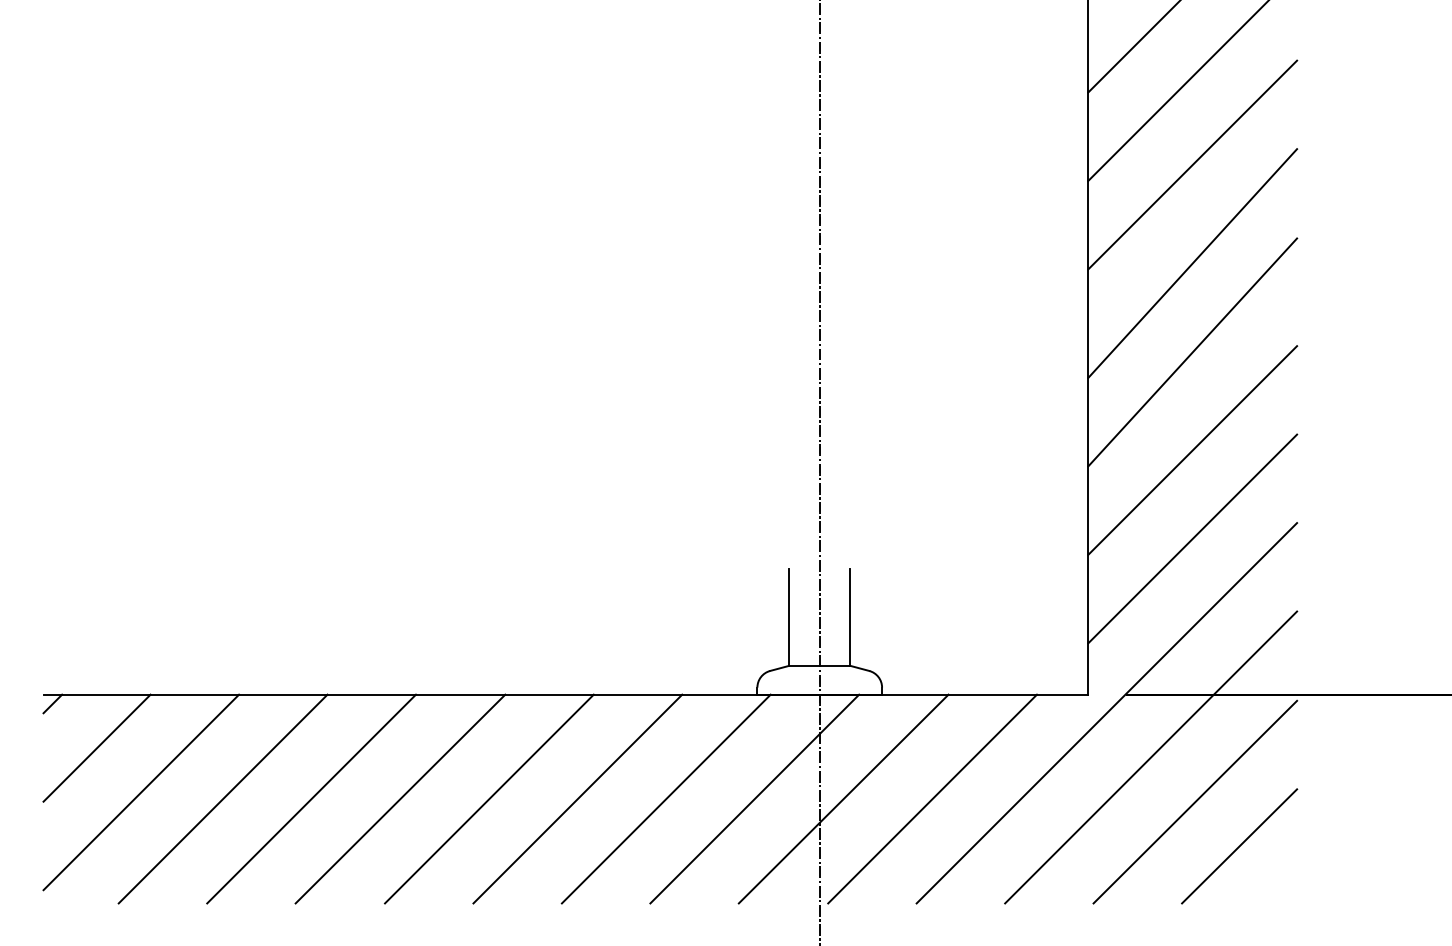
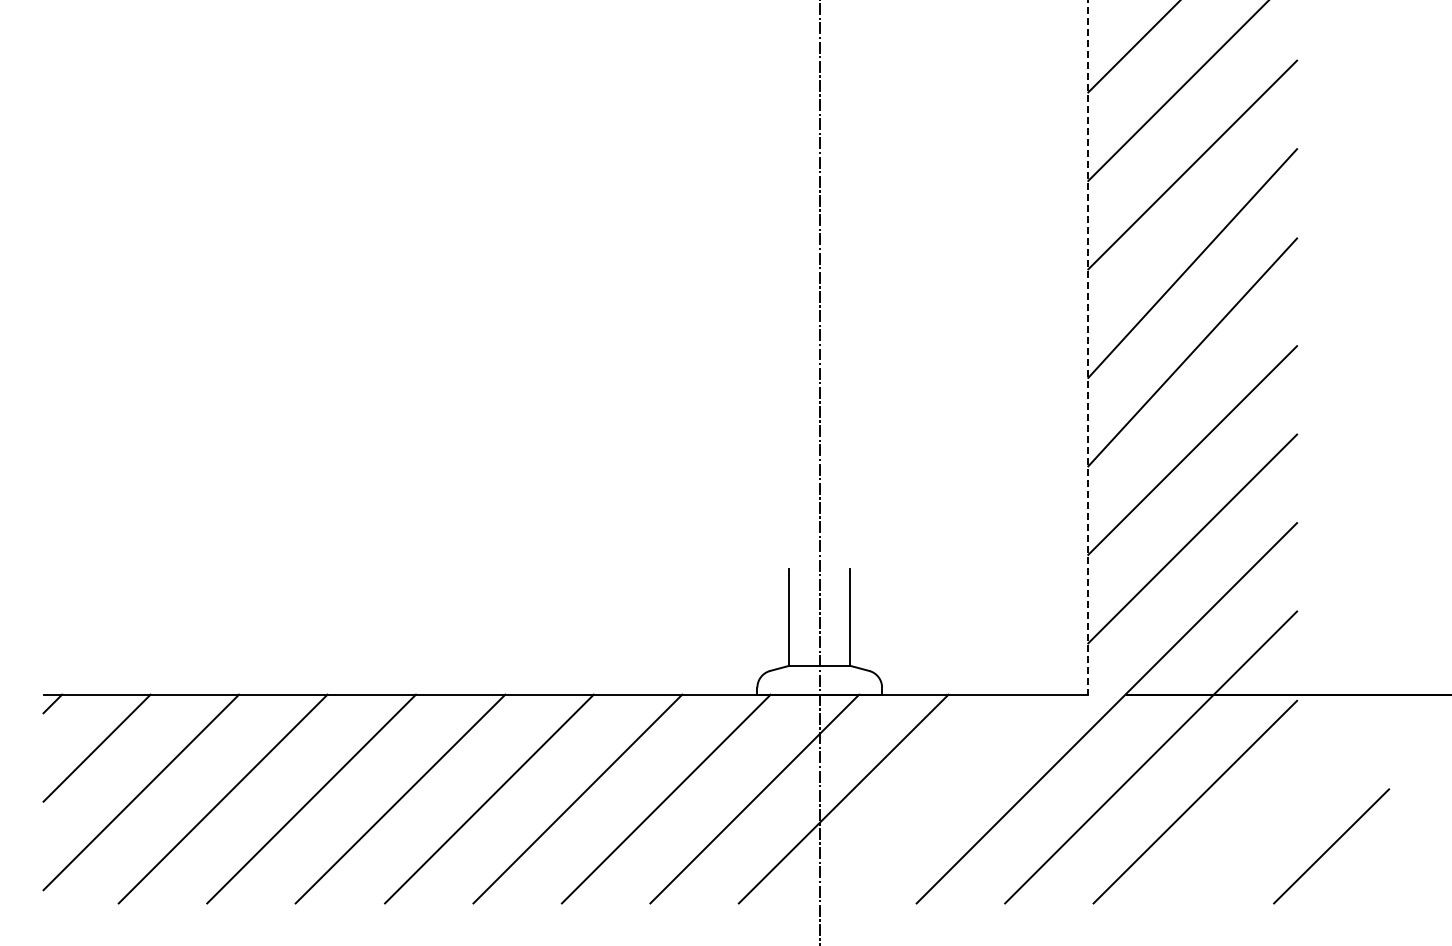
line at (1088, 347): solid -> dashed
line at (932, 798): present -> none
line at (1239, 846) position: (1239, 846) -> (1331, 846)
